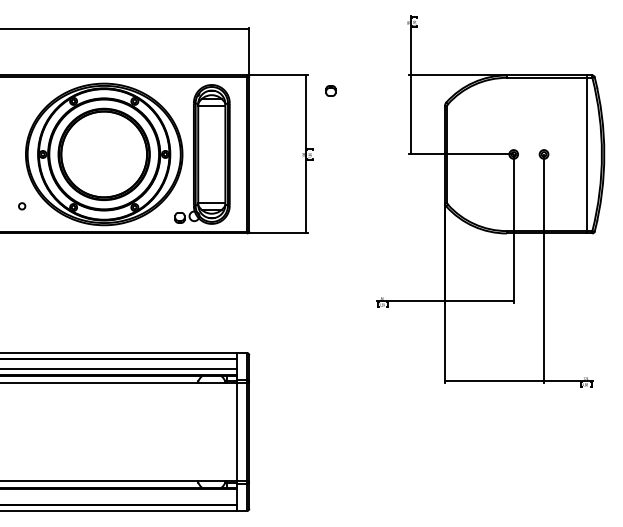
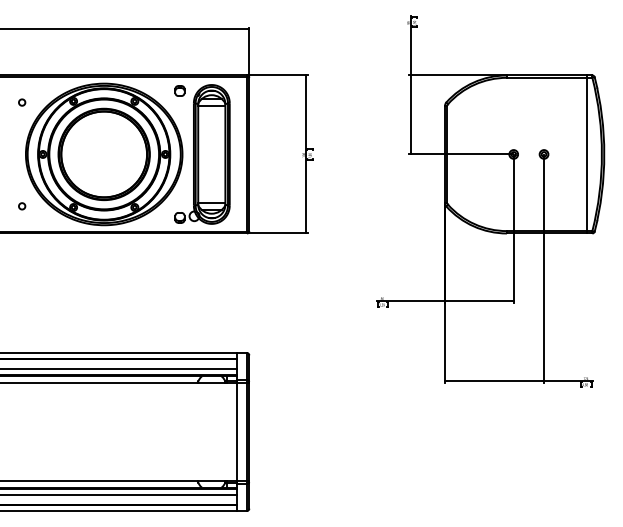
part at (330, 90) position: (330, 90) -> (179, 90)
part at (22, 102): none -> present
line at (119, 495): none -> present
